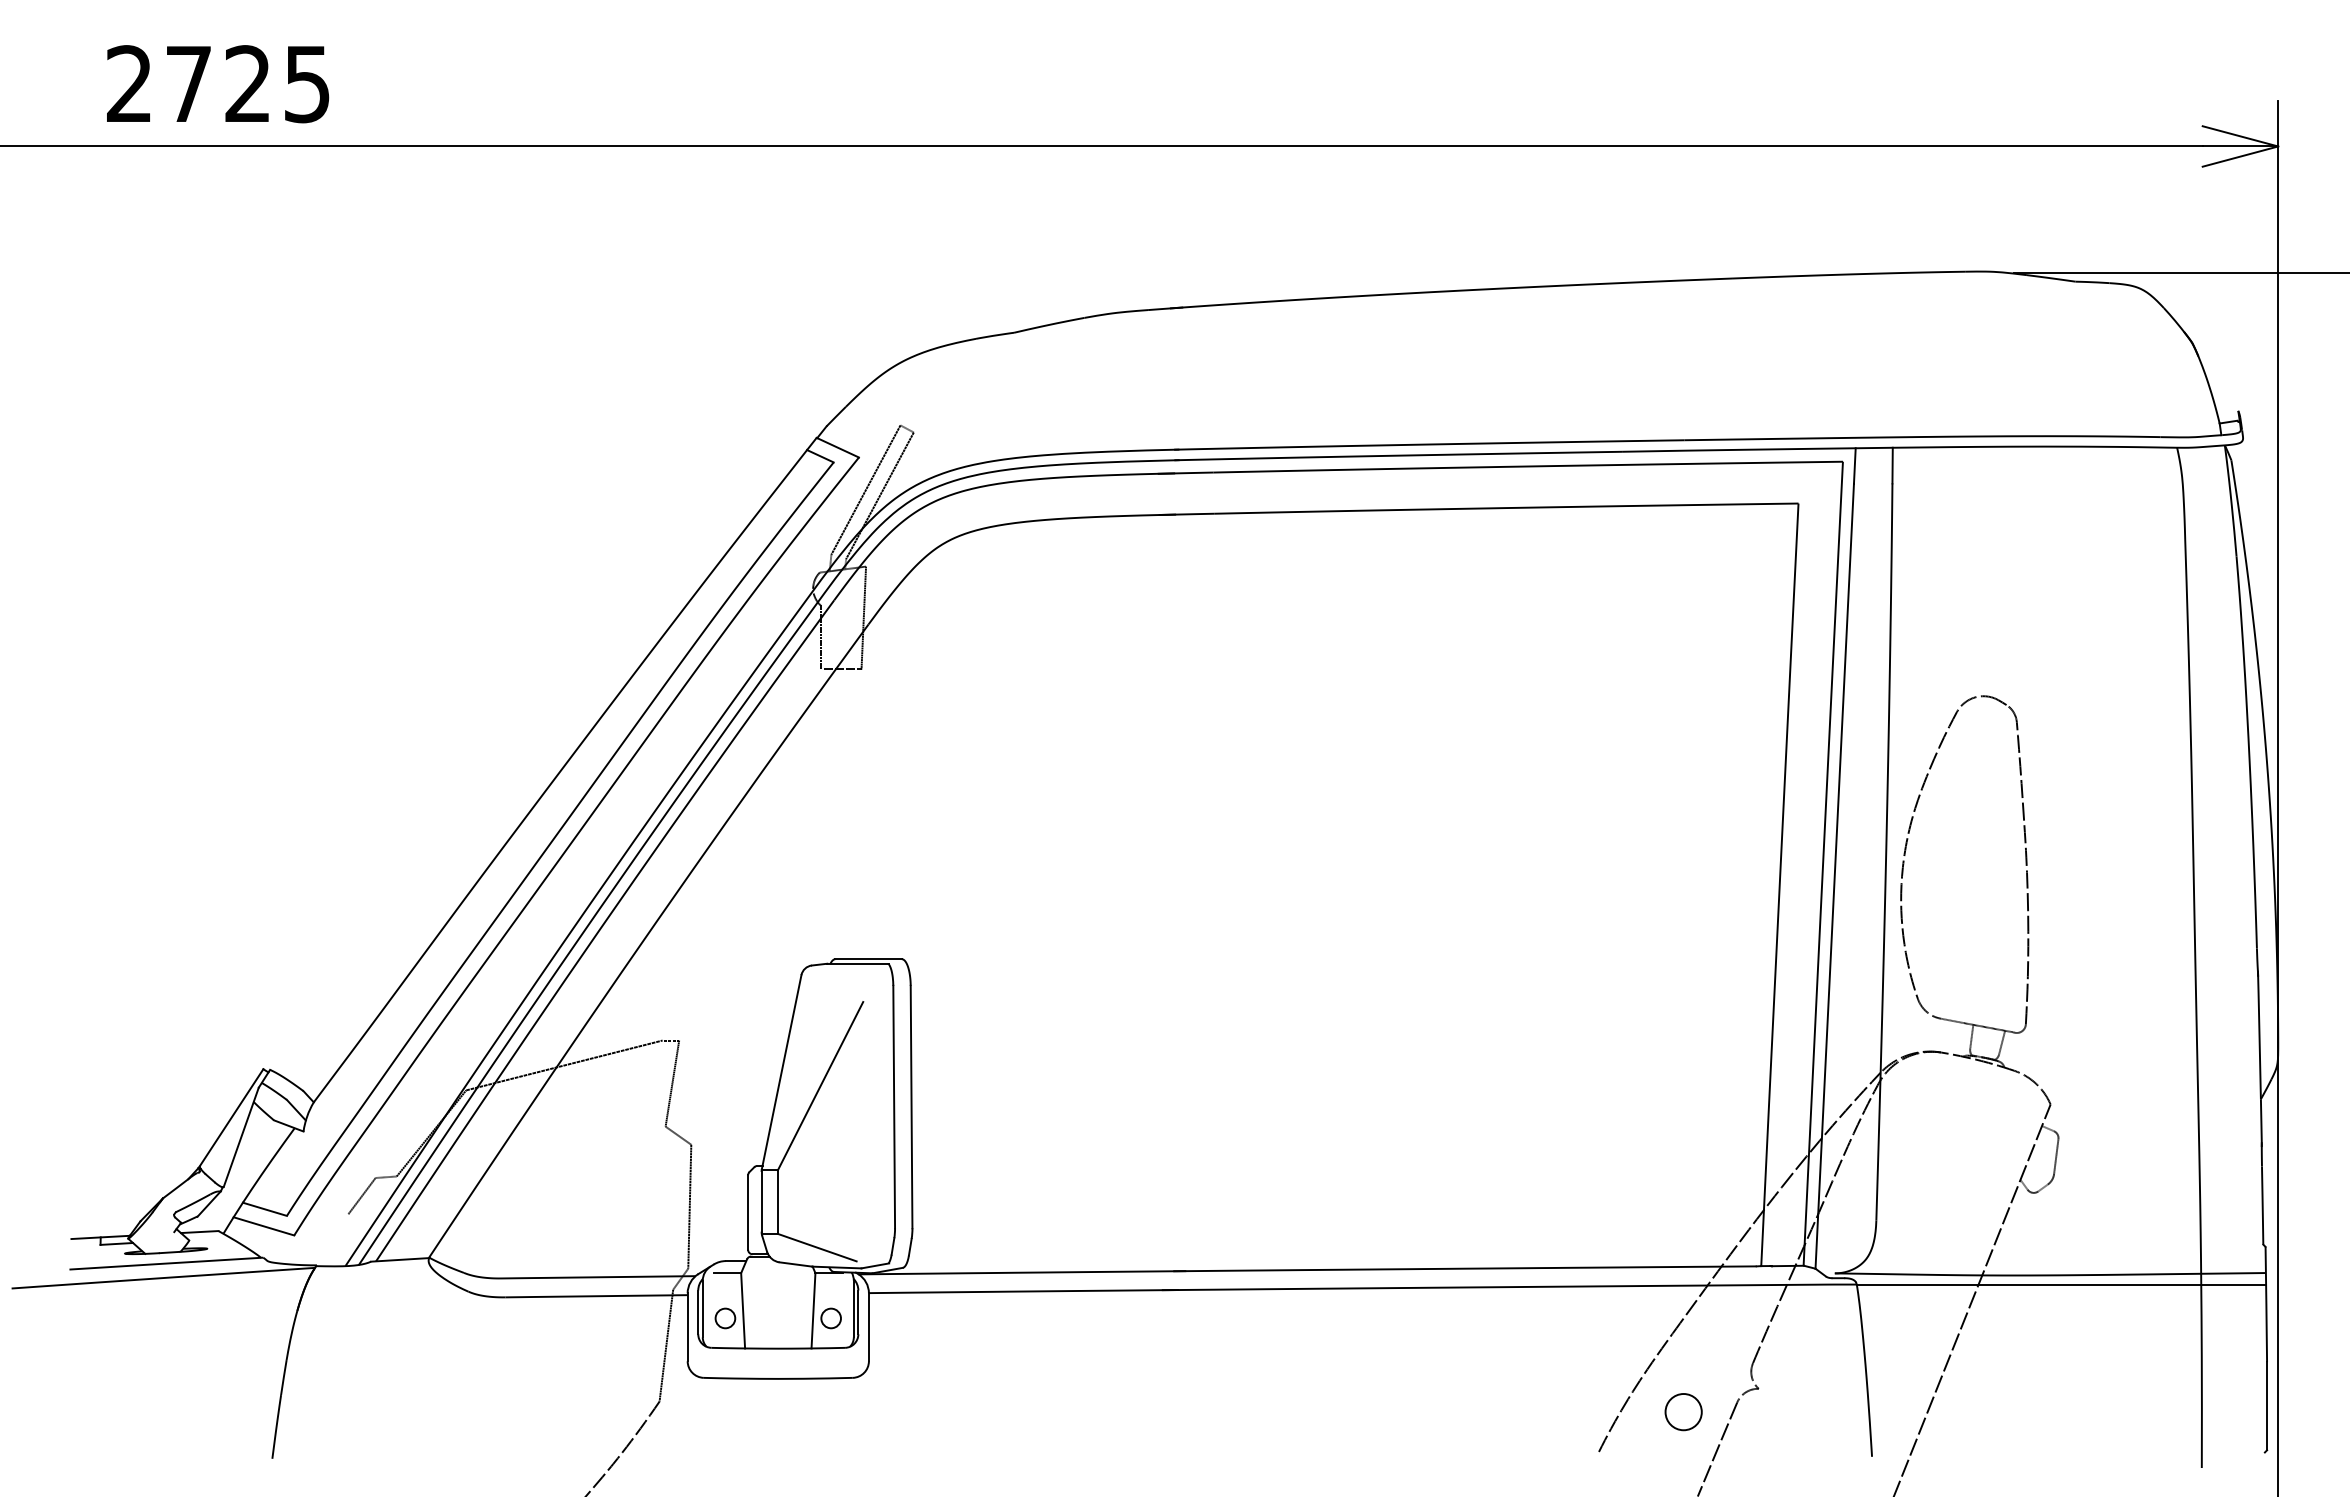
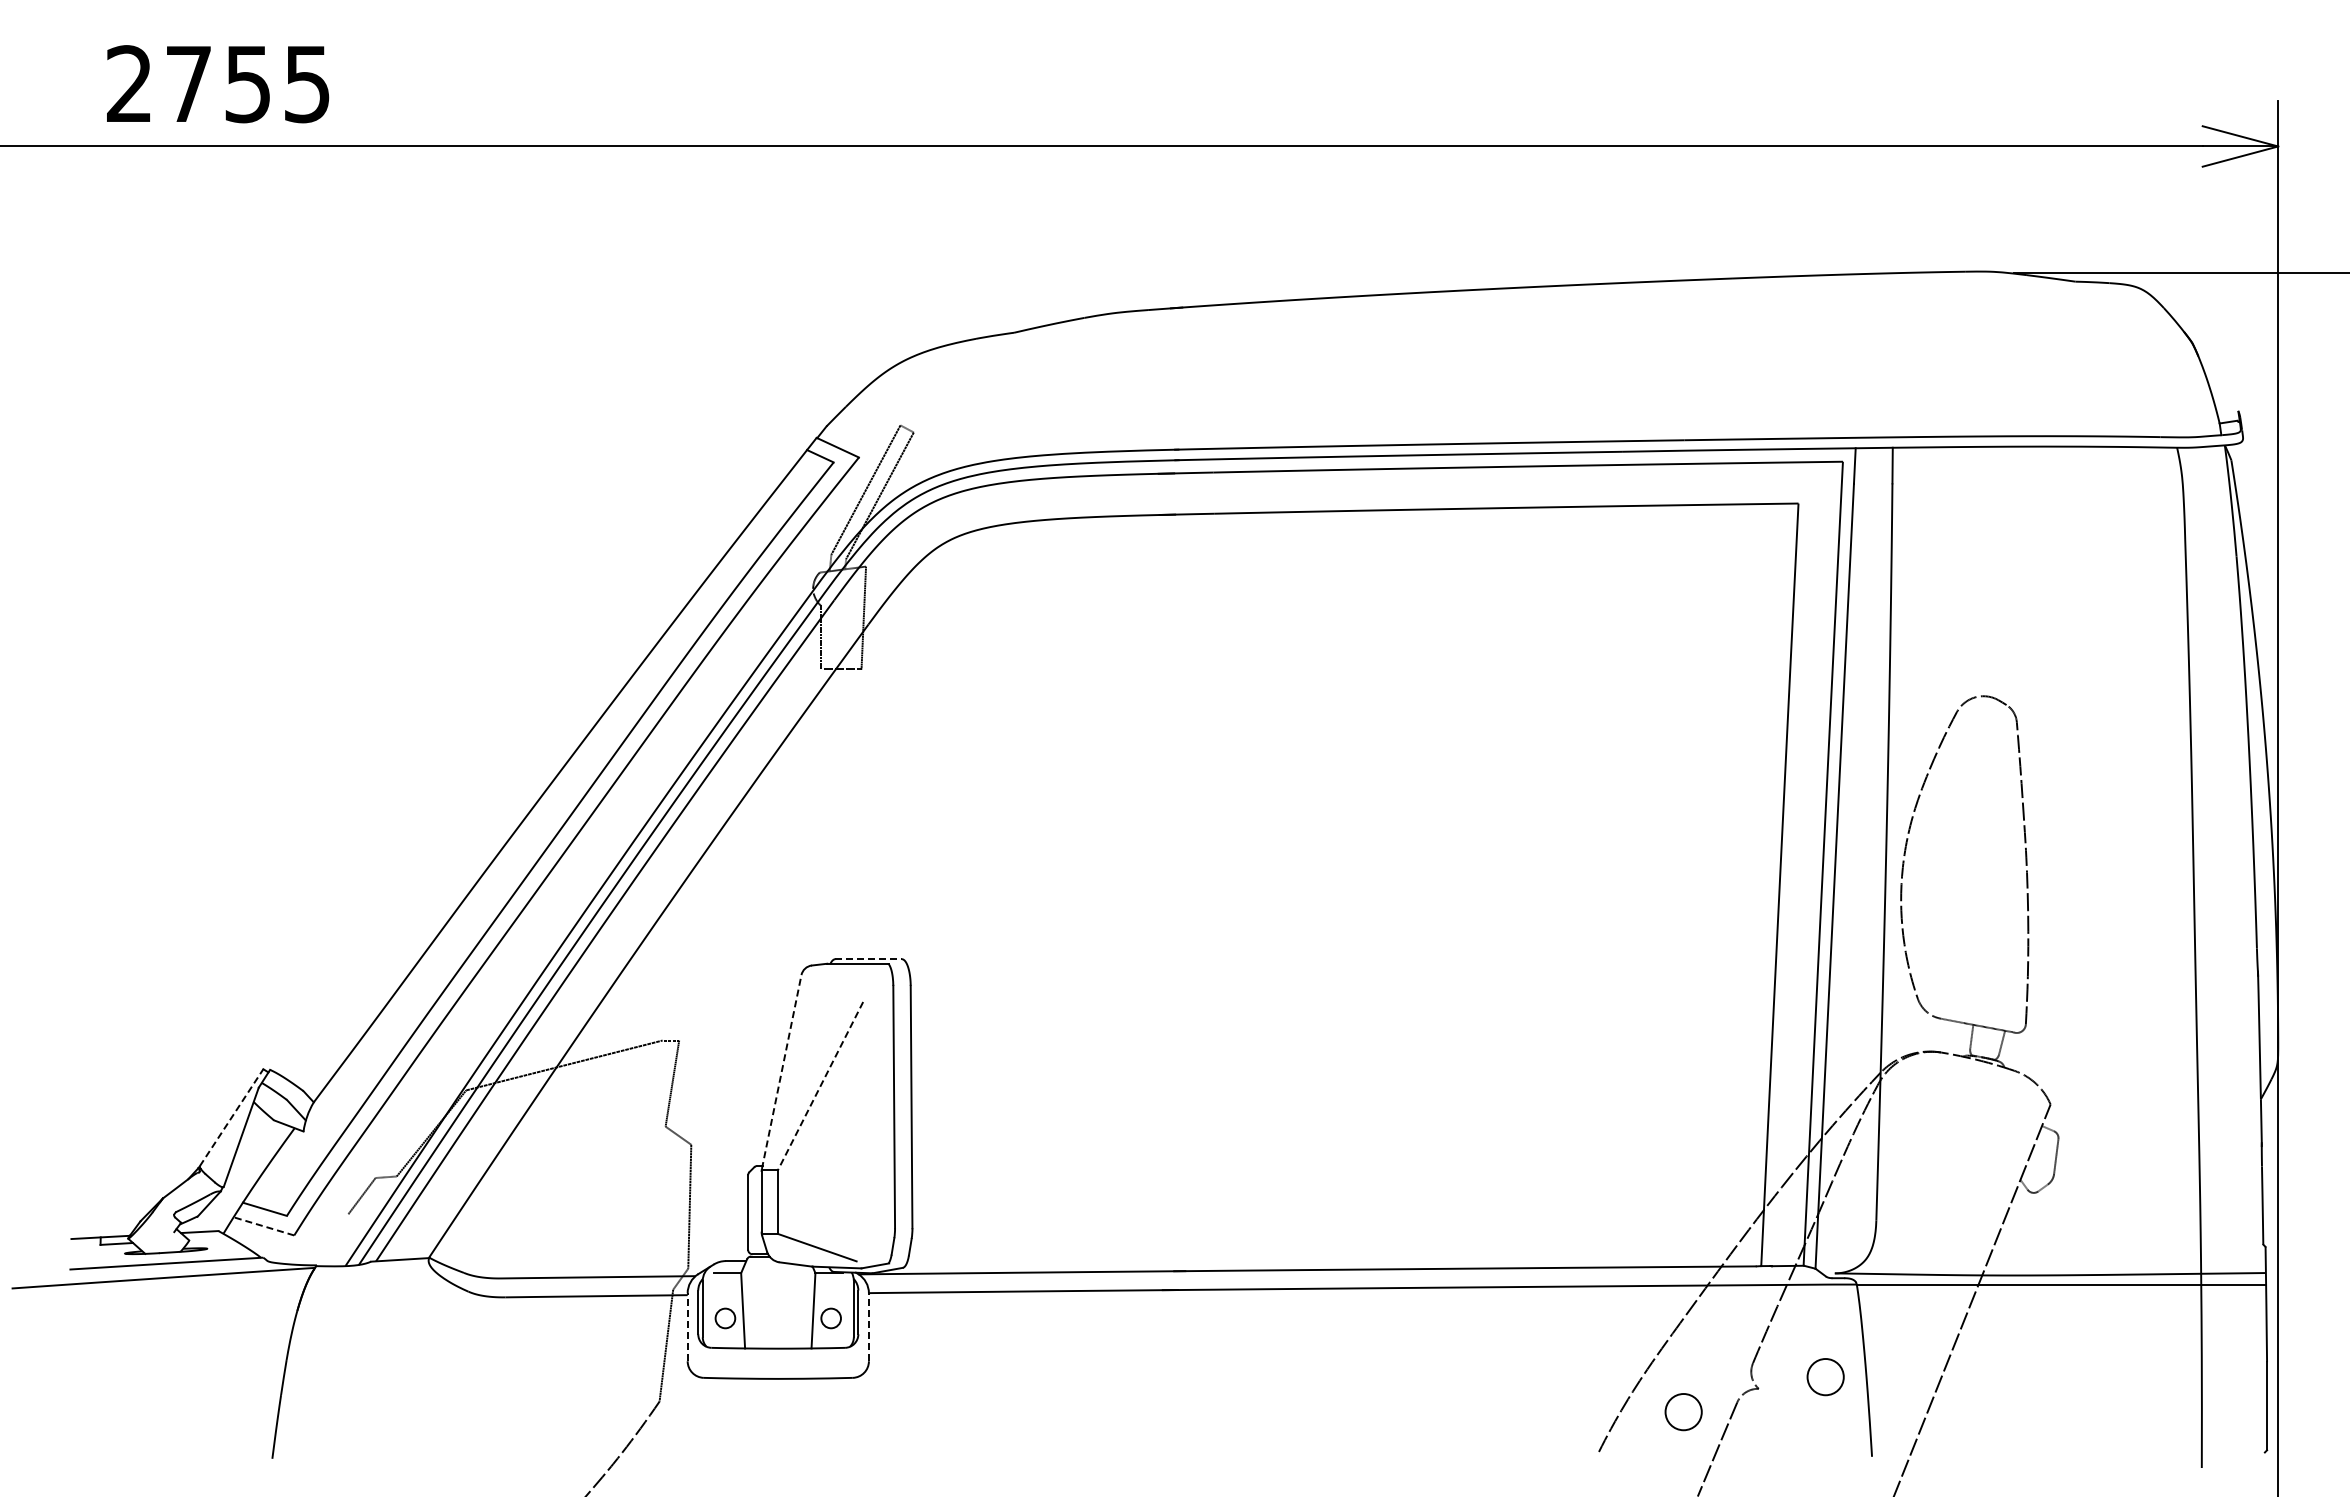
text at (247, 84): 2725 -> 2755
line at (869, 959): solid -> dashed
line at (781, 1072): solid -> dashed
line at (820, 1086): solid -> dashed
line at (231, 1117): solid -> dashed
line at (263, 1226): solid -> dashed
line at (687, 1327): solid -> dashed
line at (868, 1327): solid -> dashed
circle at (1825, 1377): none -> present
